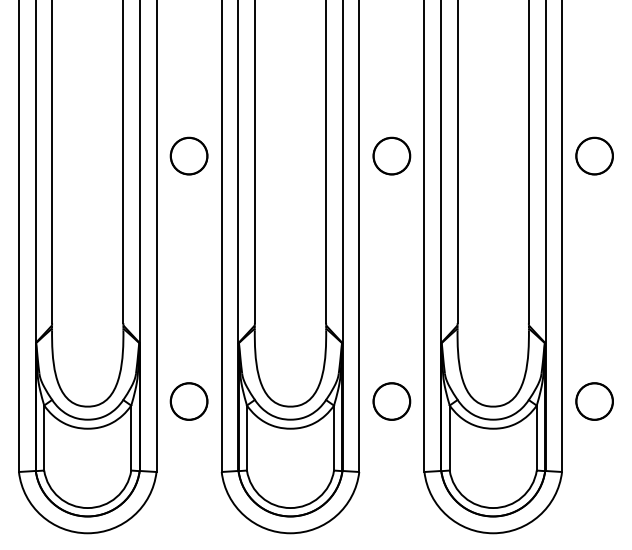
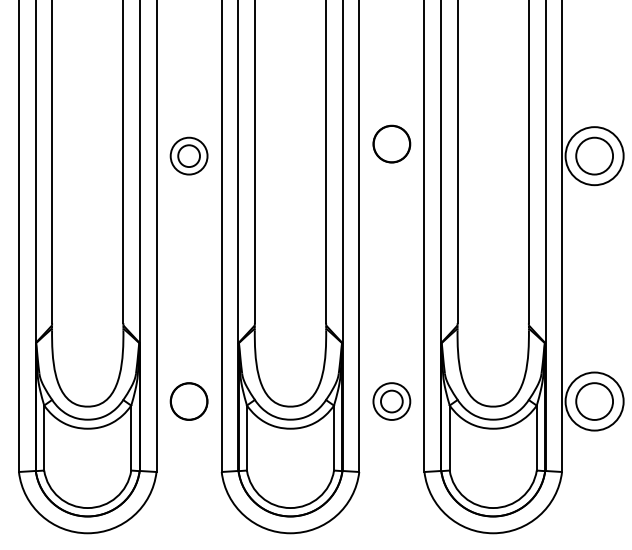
part at (391, 155) position: (391, 155) -> (391, 143)
circle at (188, 156) diameter: 36 px -> 22 px
circle at (594, 156) diameter: 36 px -> 58 px
circle at (391, 401) diameter: 36 px -> 22 px
circle at (594, 401) diameter: 36 px -> 58 px
